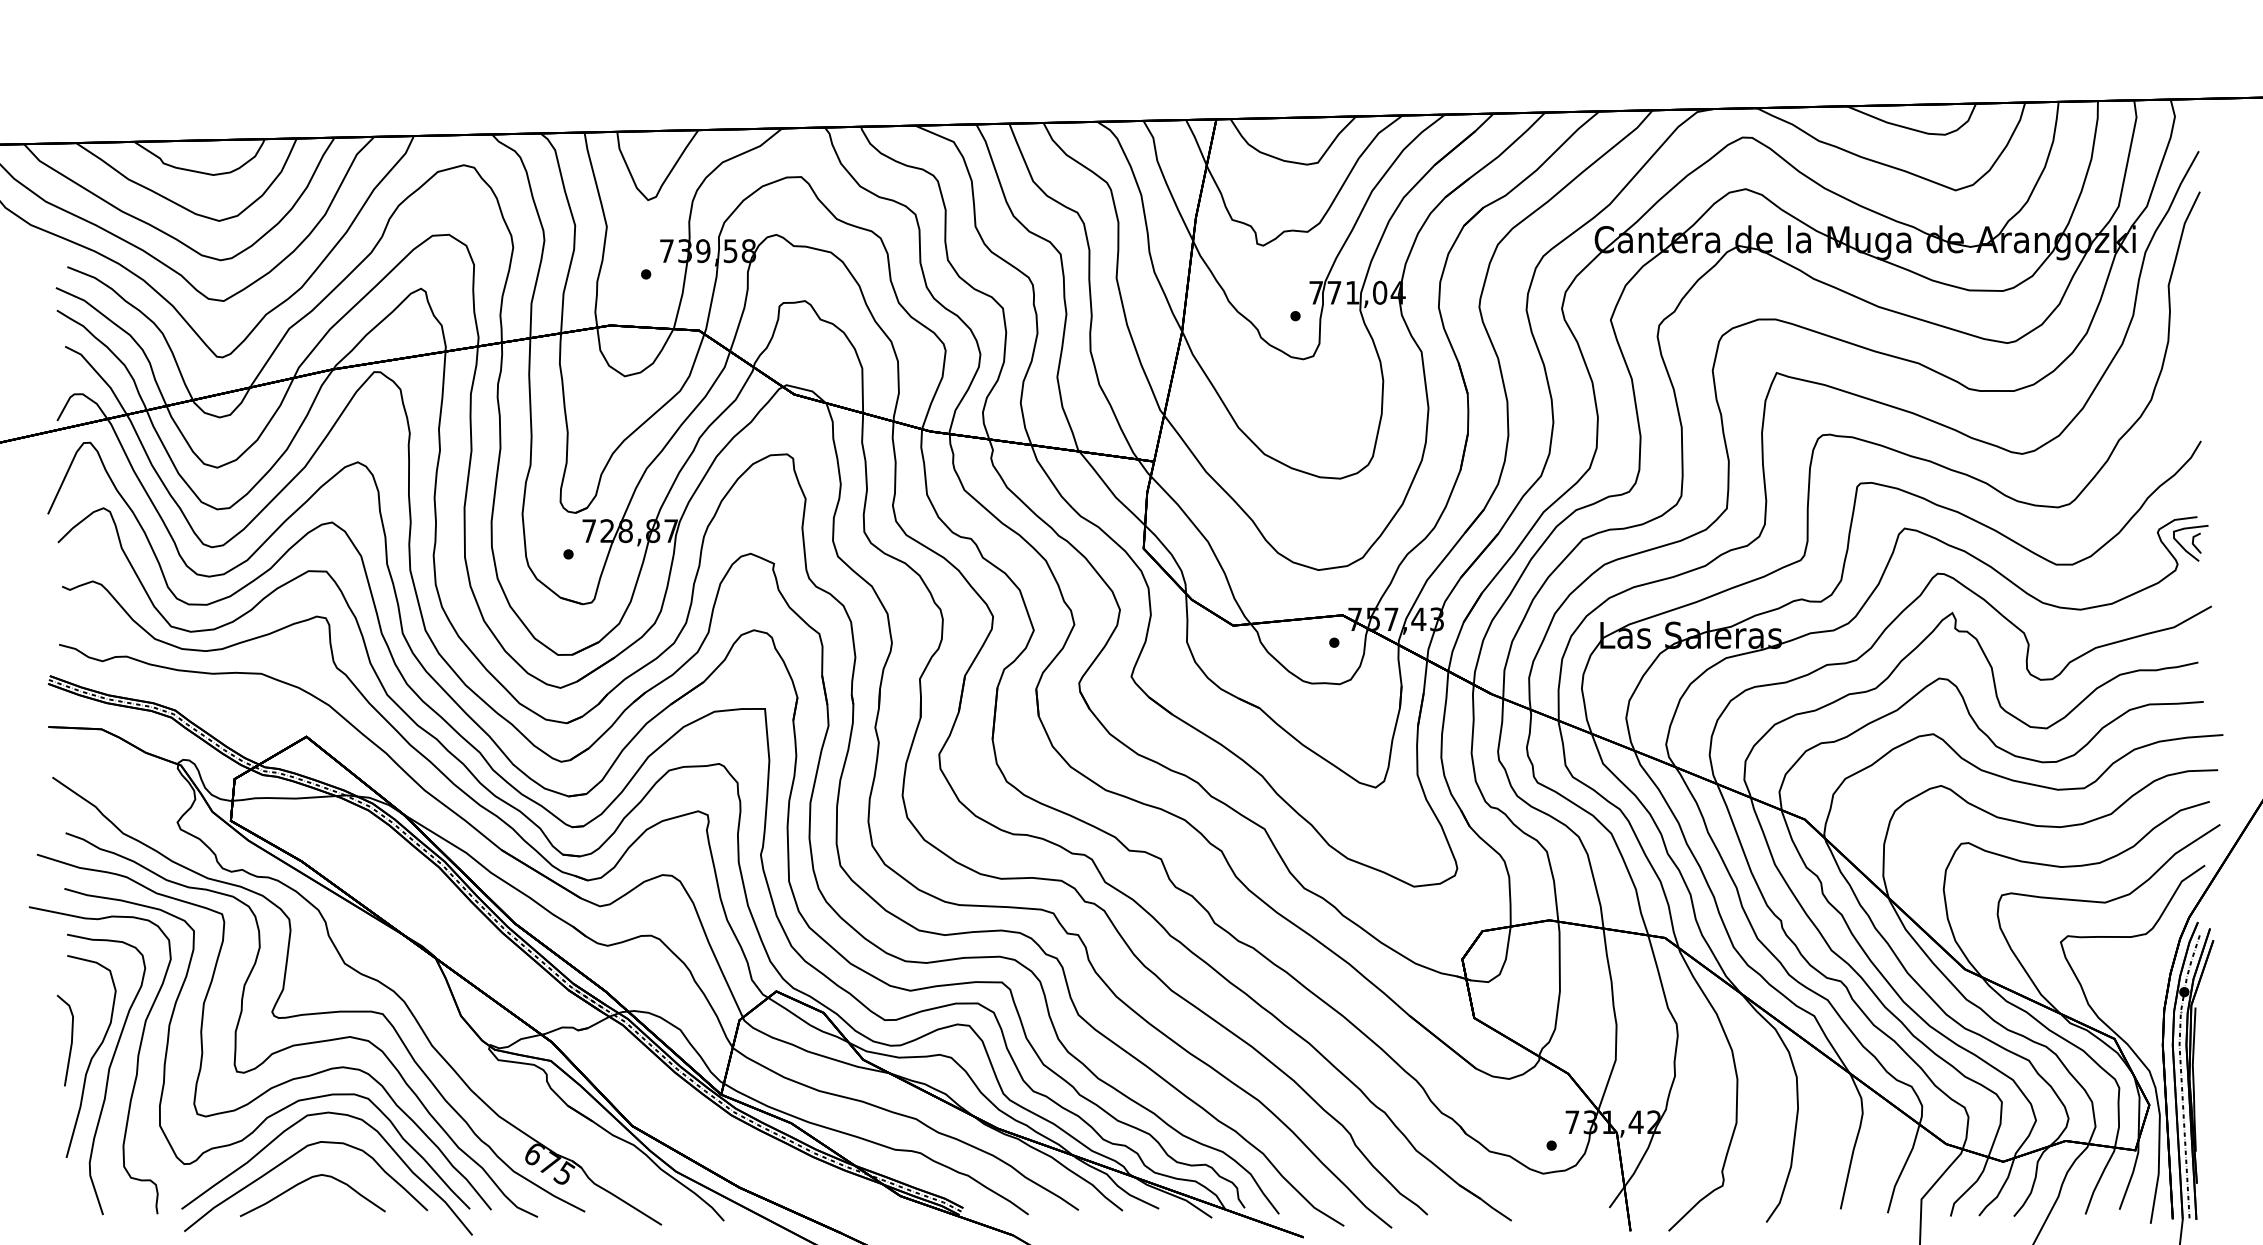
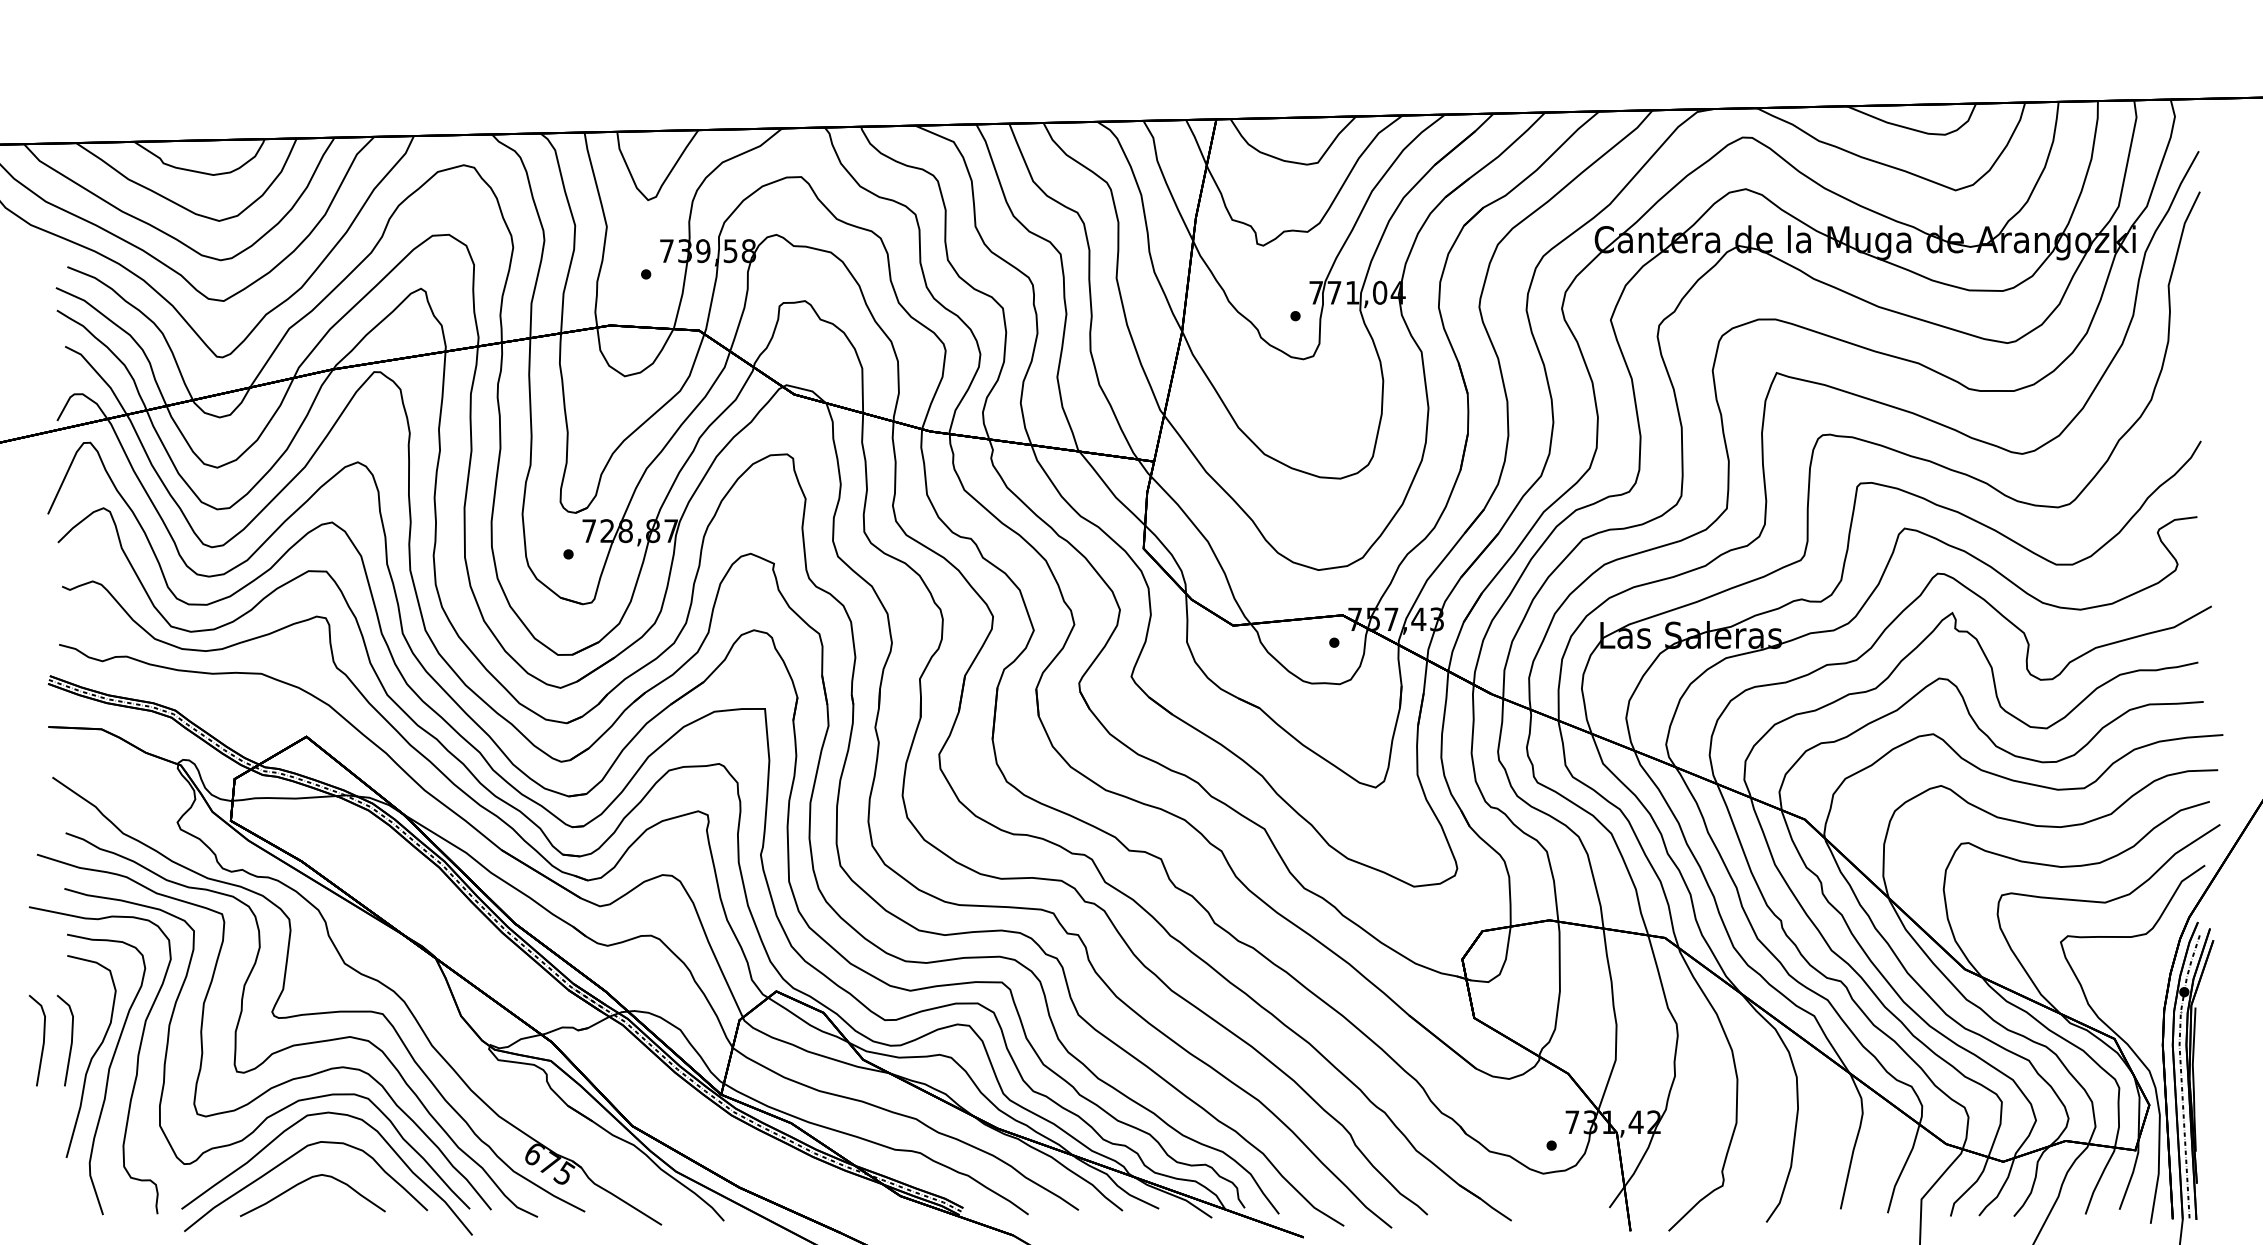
part at (2190, 543): present -> none
line at (42, 1043): none -> present
